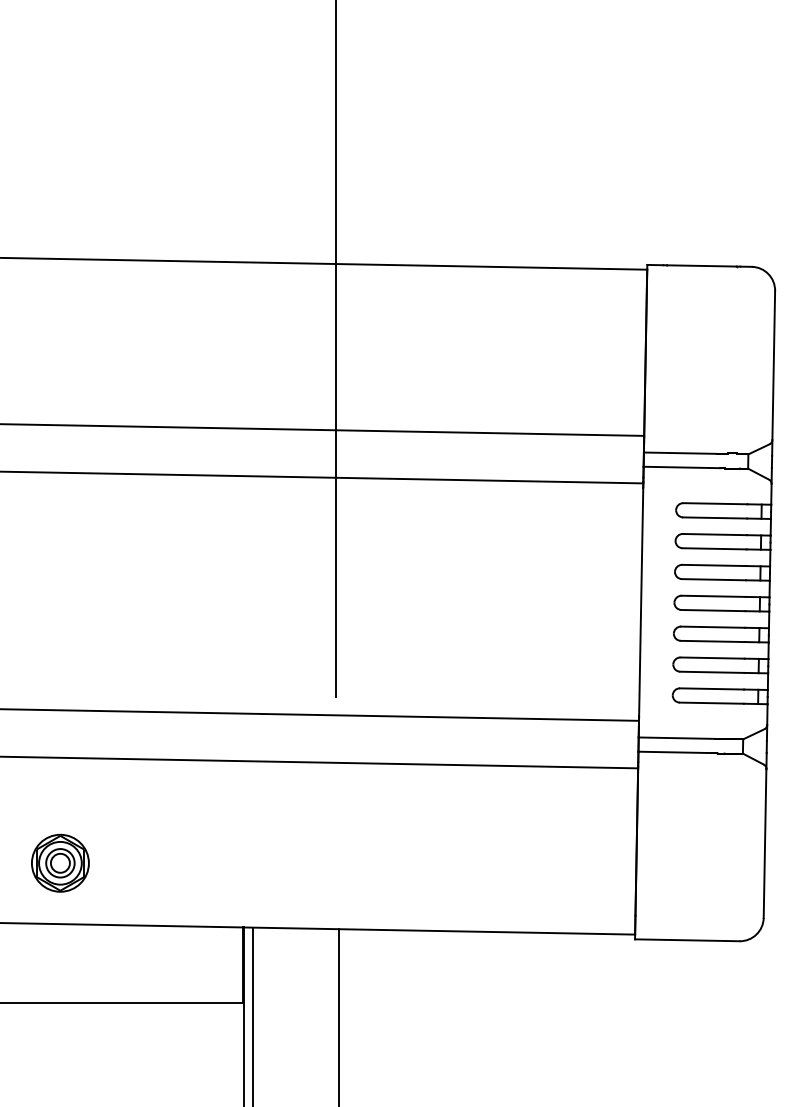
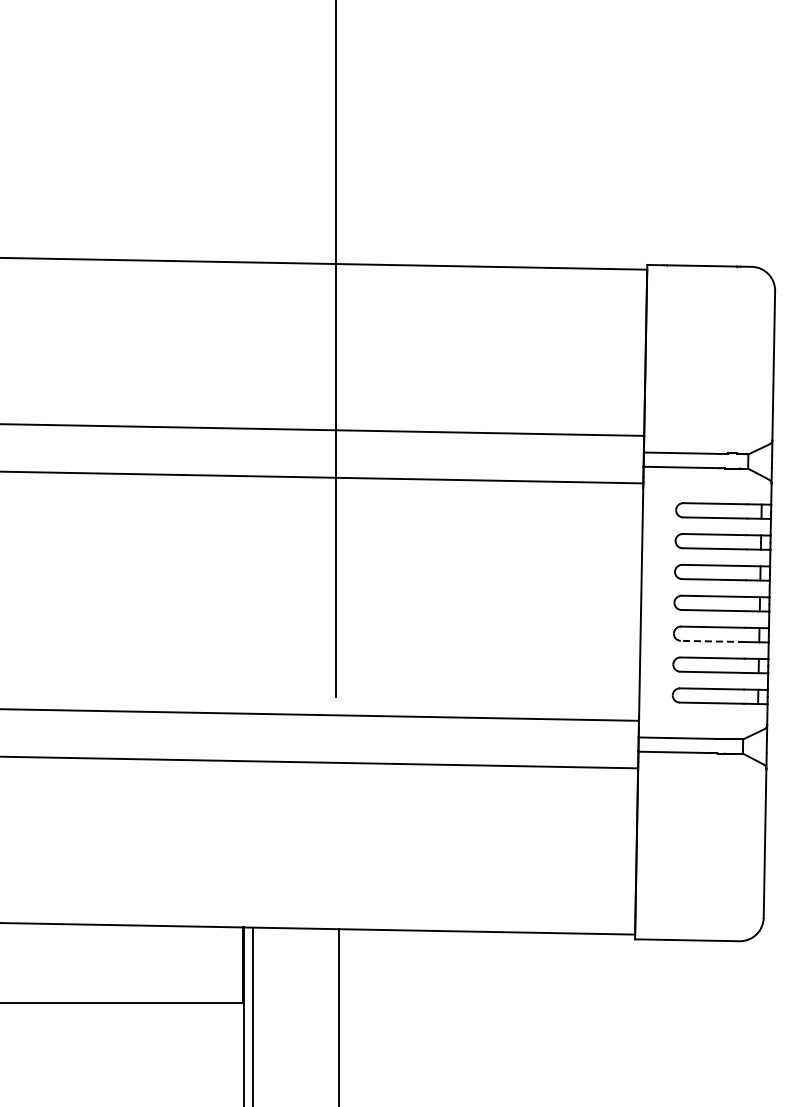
line at (712, 641): solid -> dashed
part at (60, 862): present -> none
